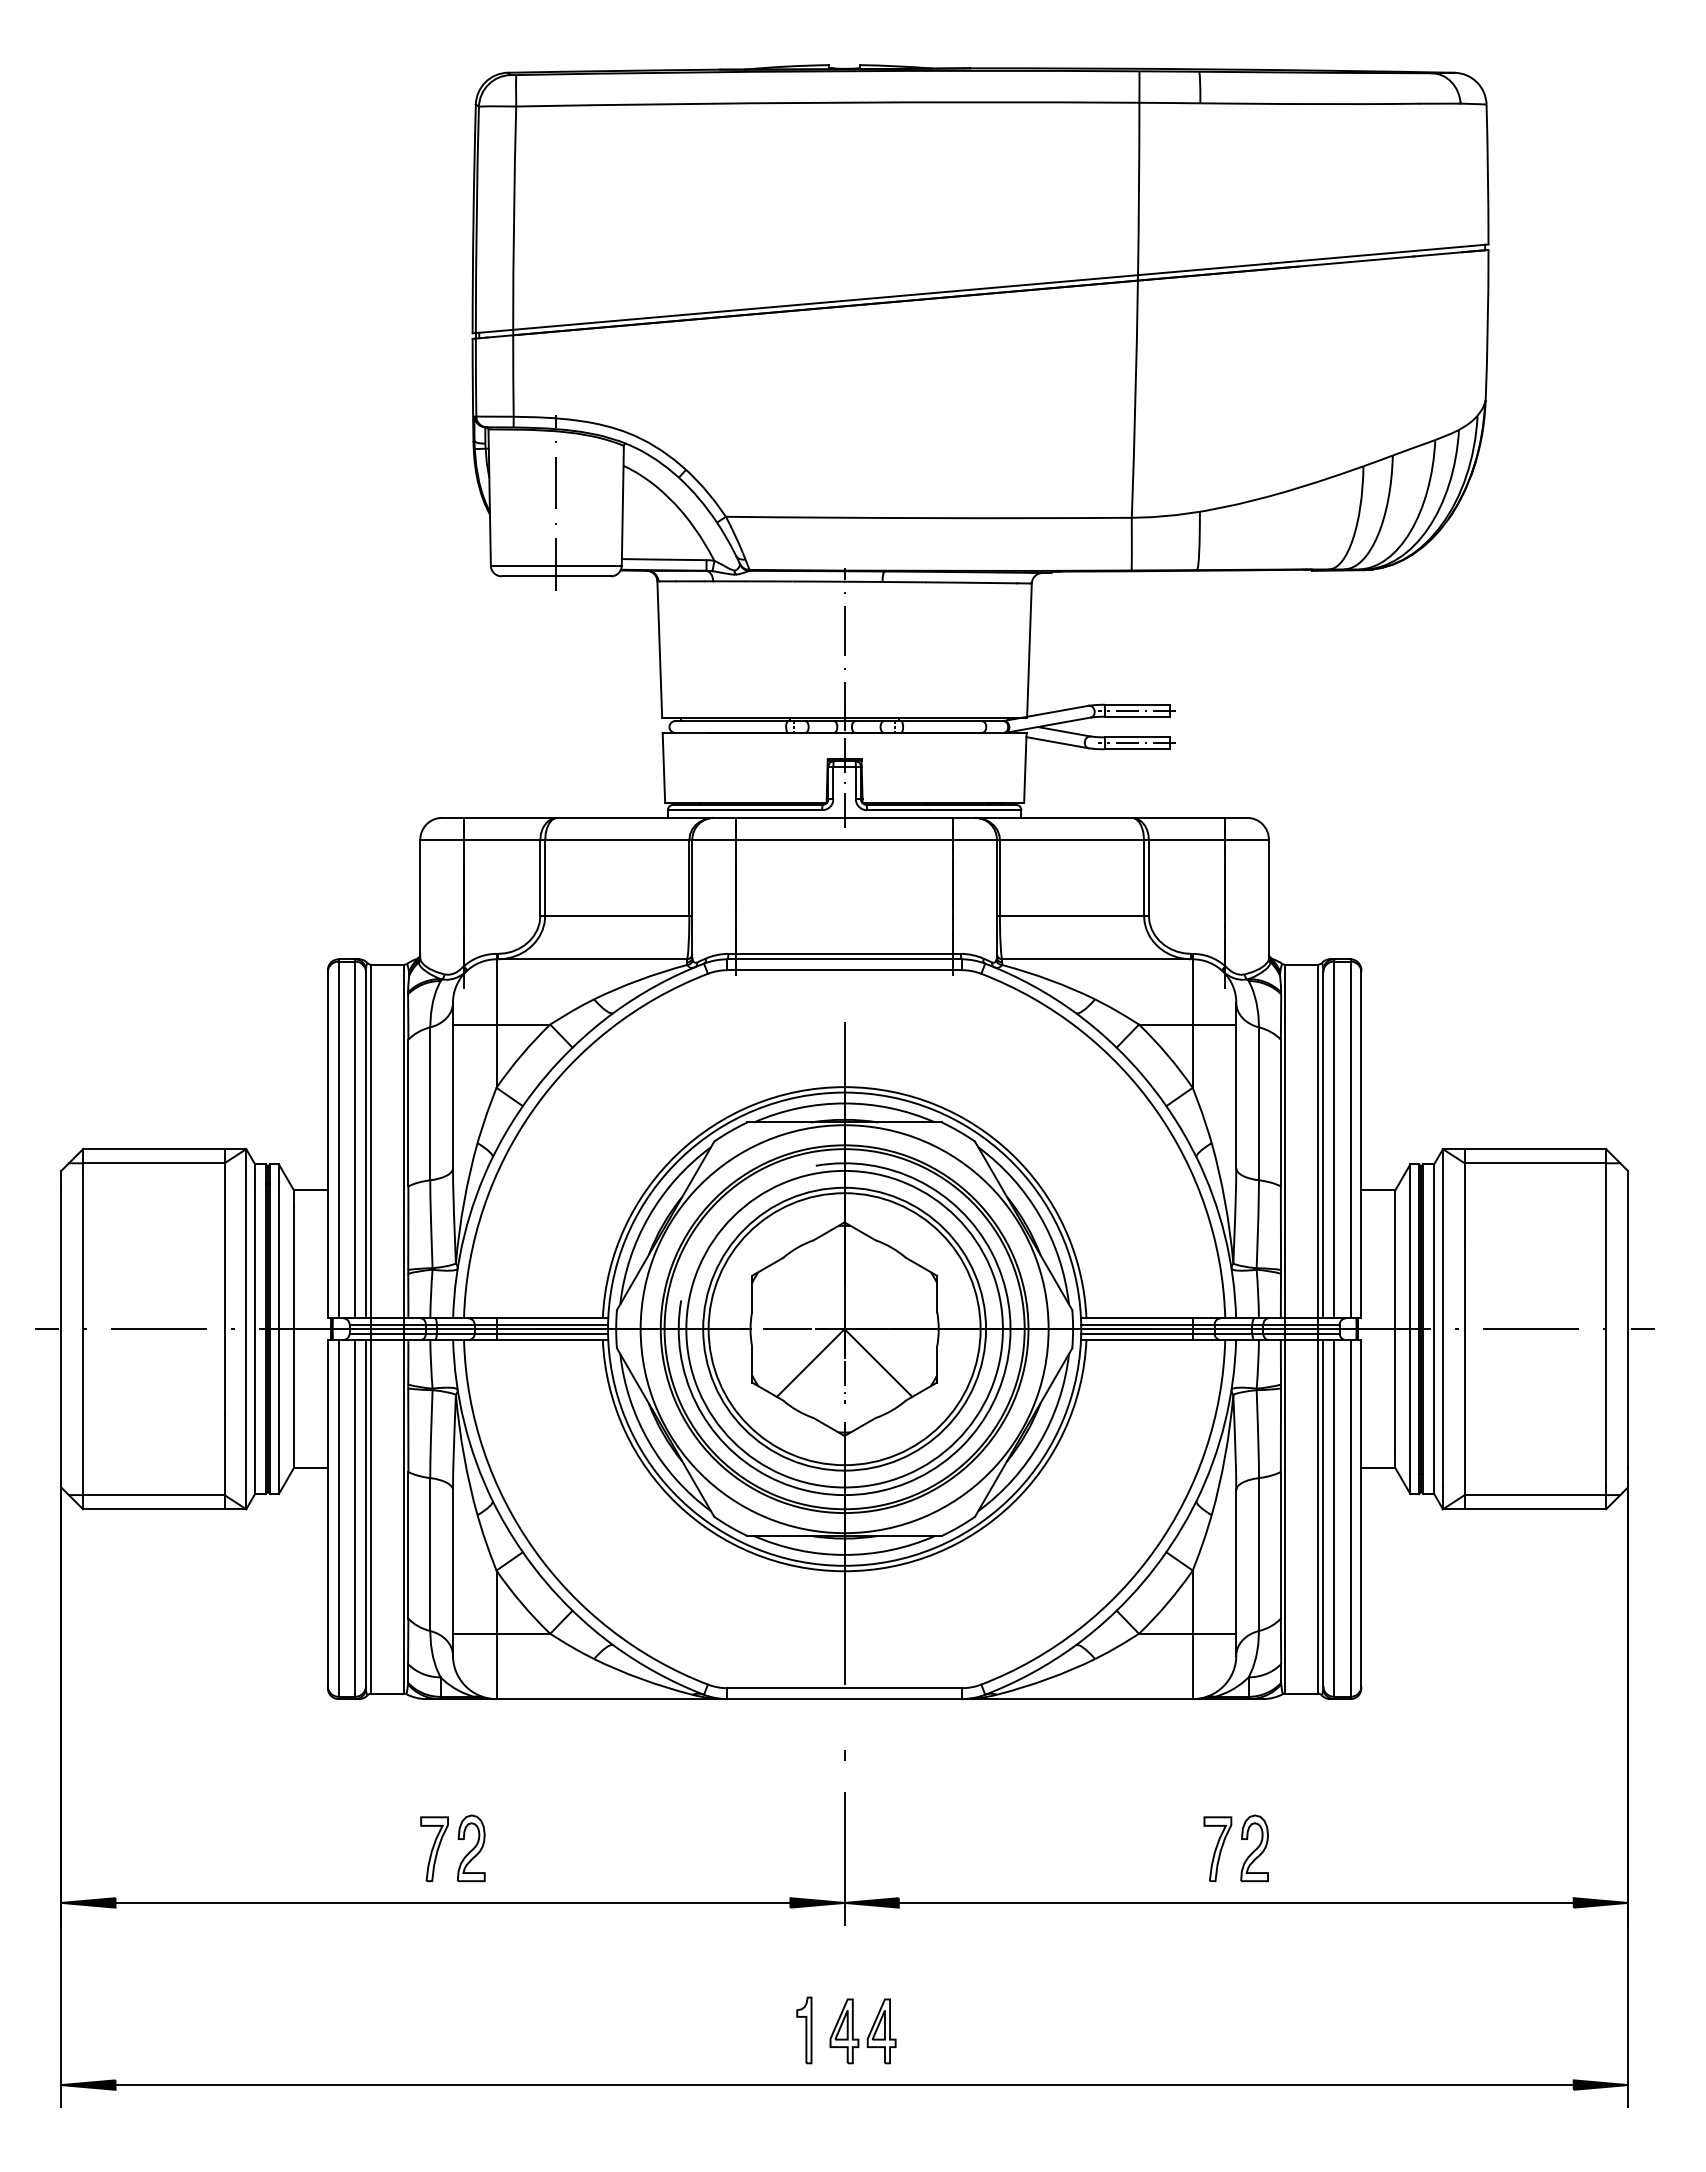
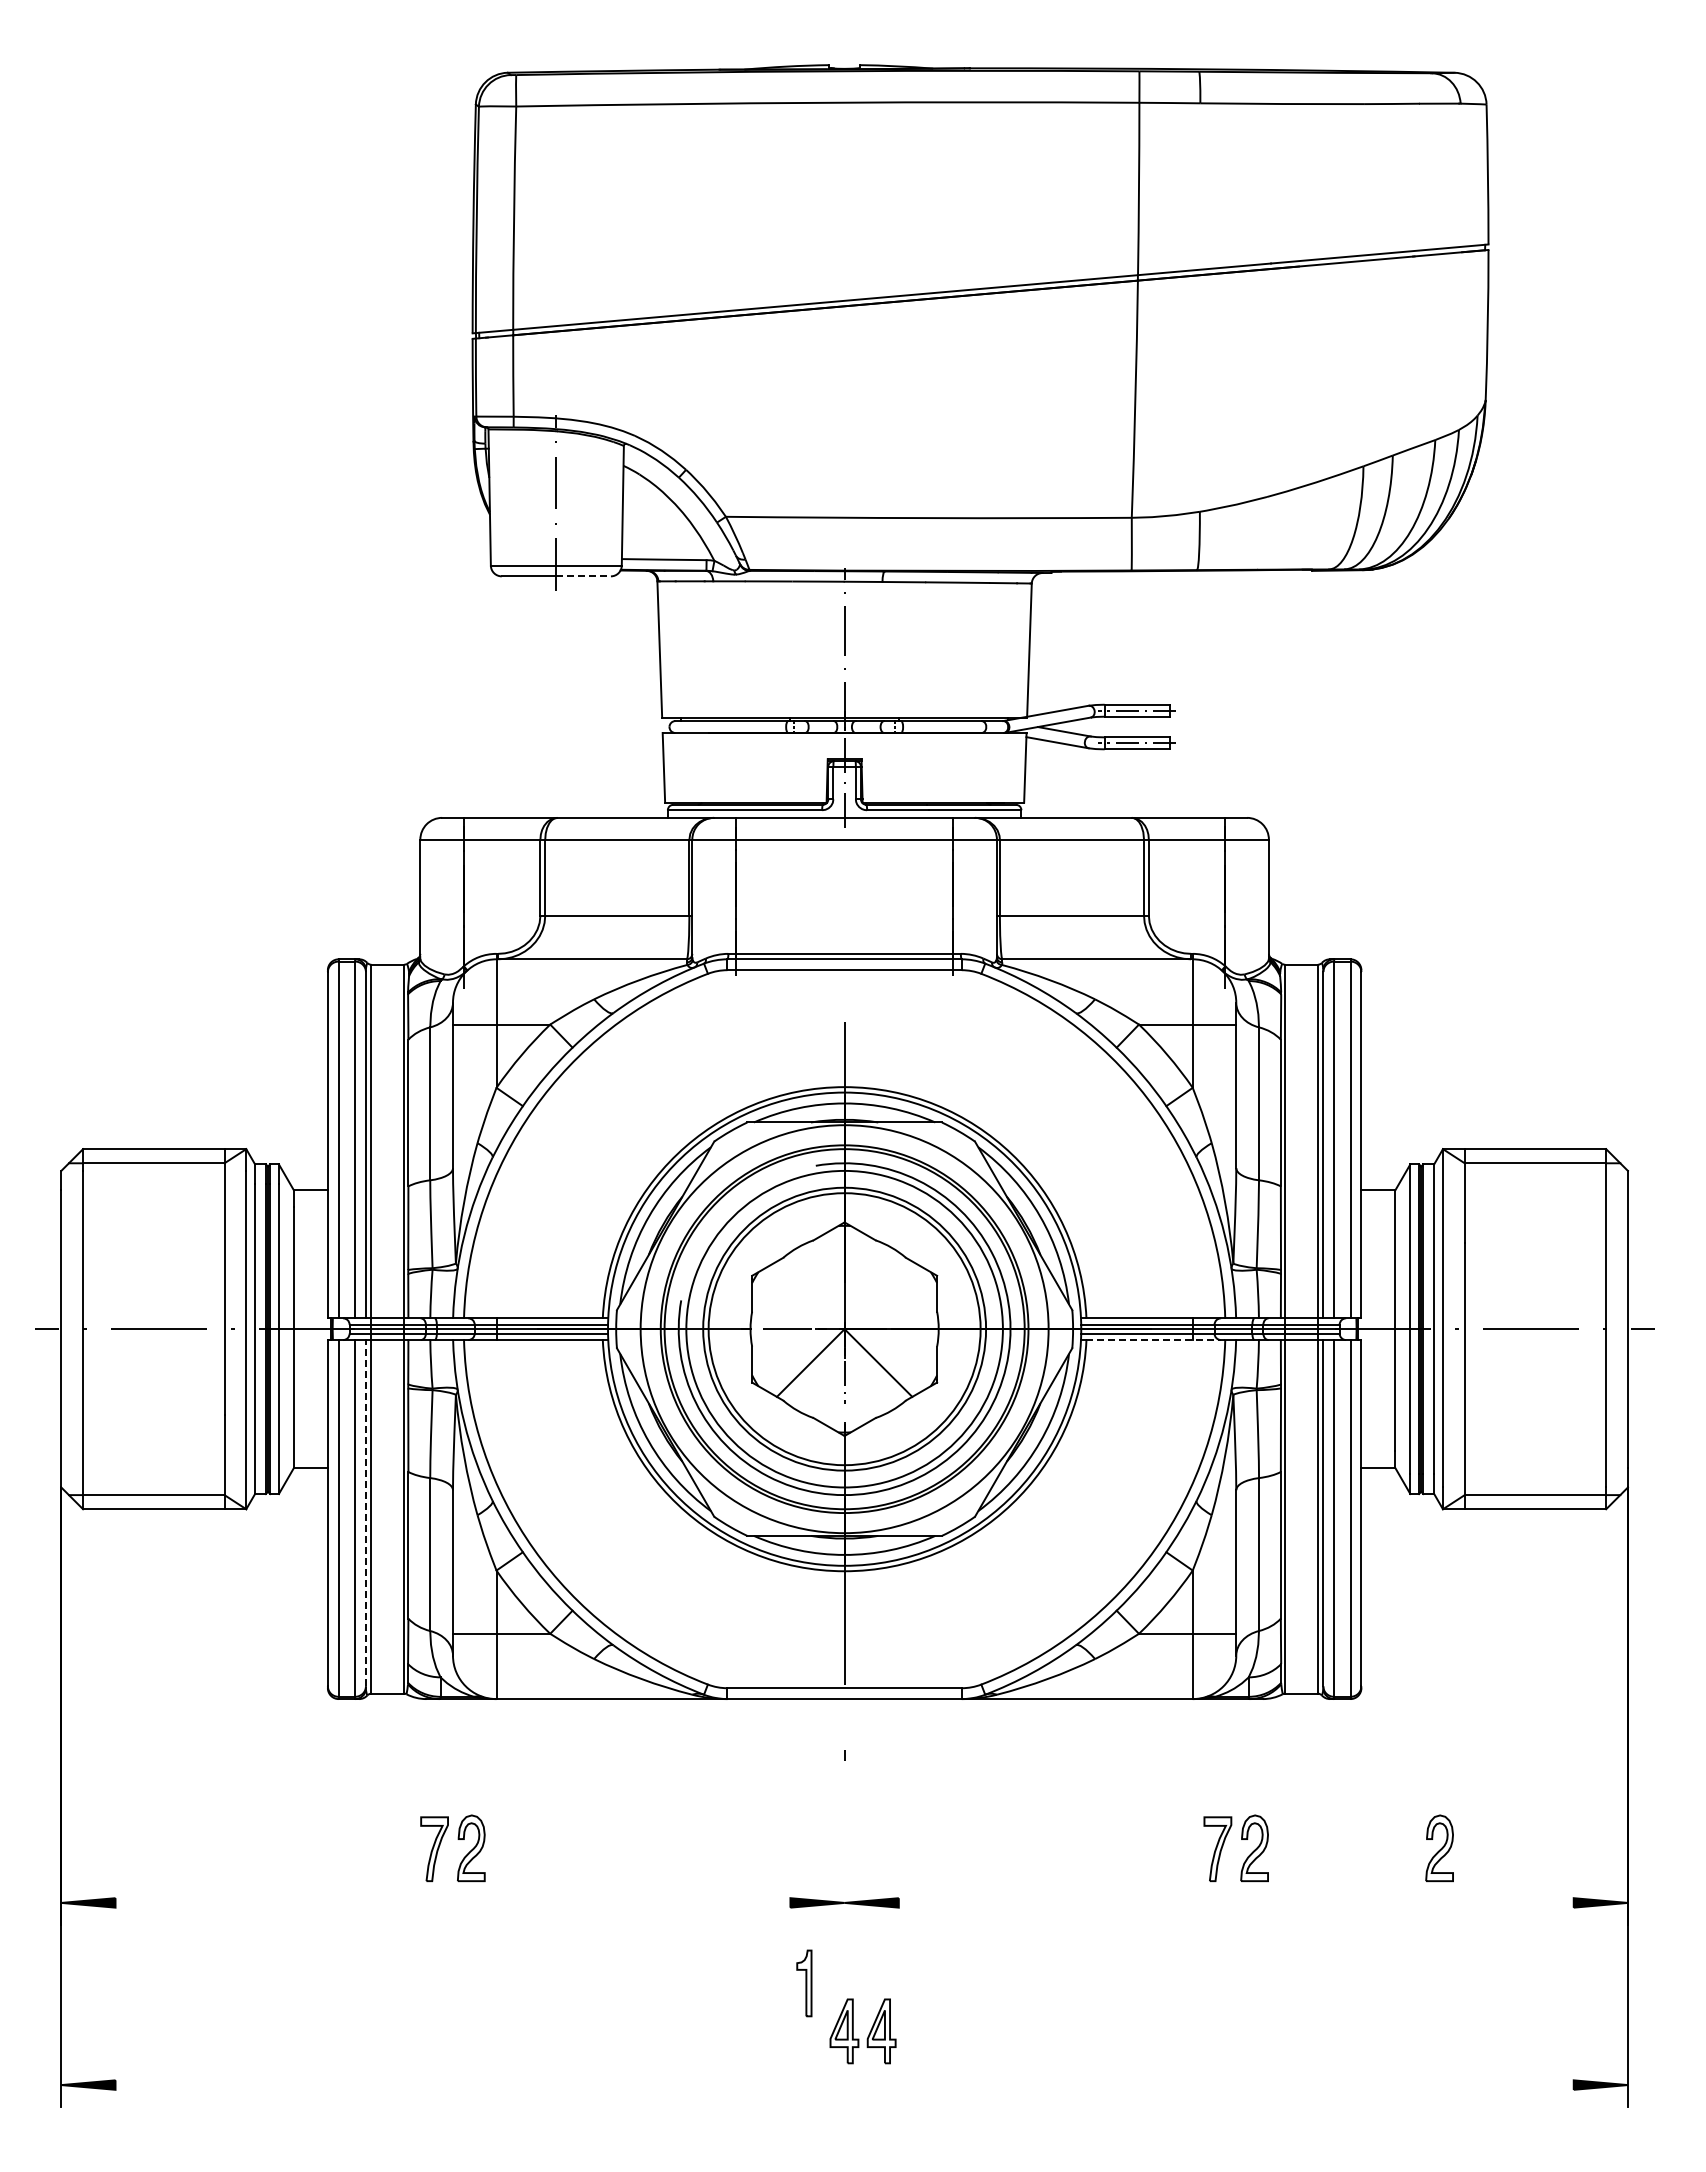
line at (584, 576): solid -> dashed
line at (1155, 1340): solid -> dashed
line at (365, 1512): solid -> dashed
part at (1439, 1848): none -> present
line at (844, 1858): present -> none
line at (452, 1902): present -> none
line at (1235, 1902): present -> none
part at (804, 2030) position: (804, 2030) -> (804, 1983)
line at (844, 2085): present -> none
